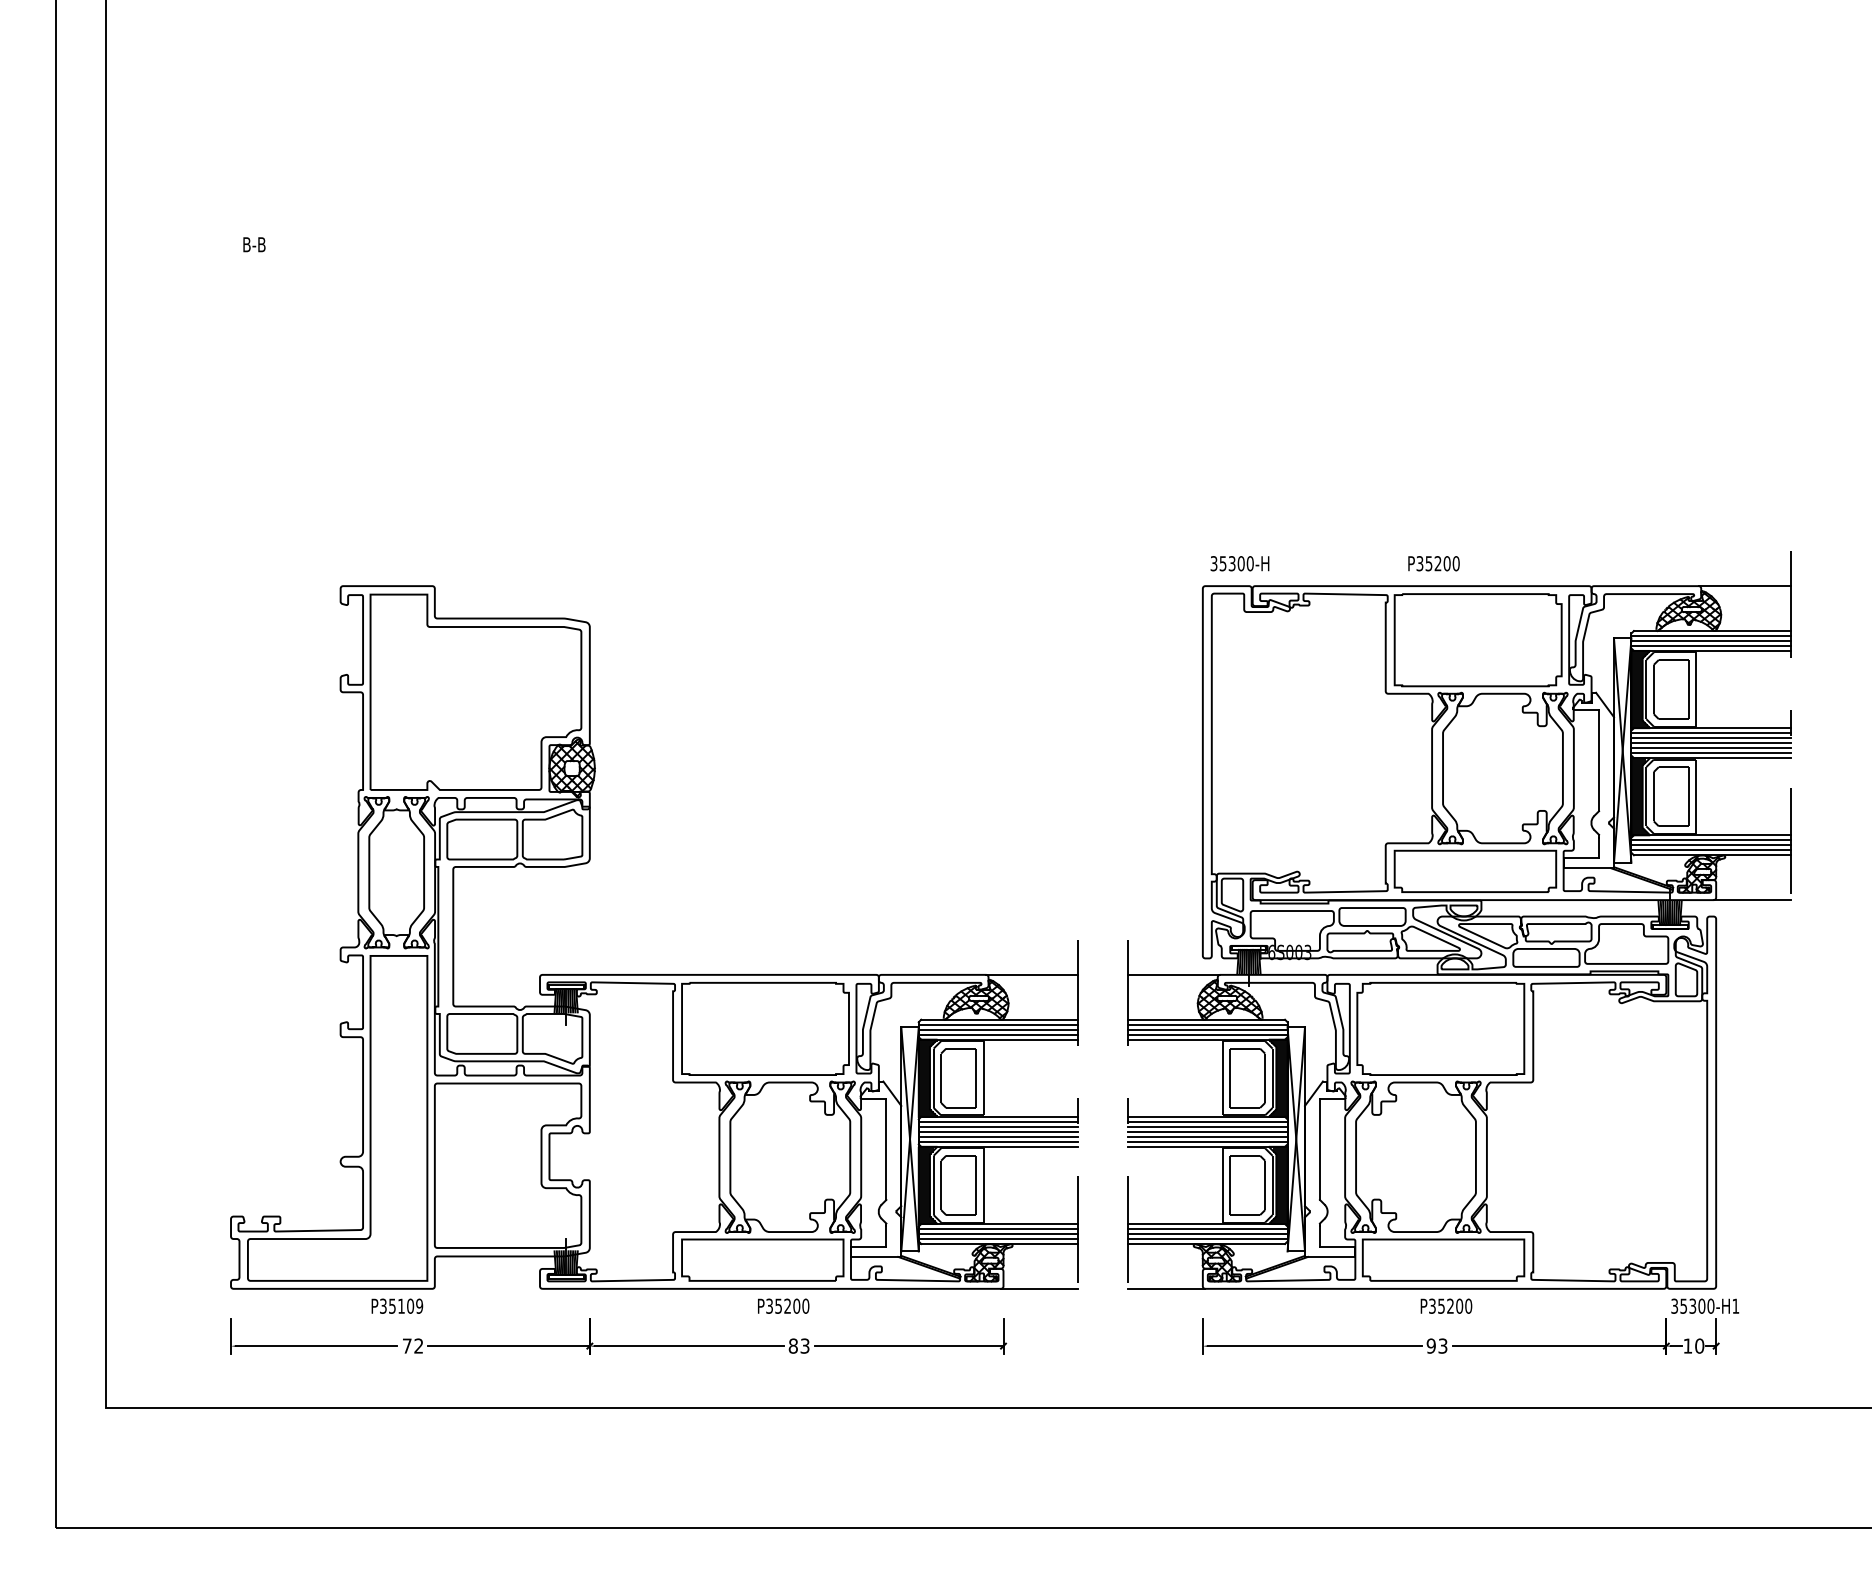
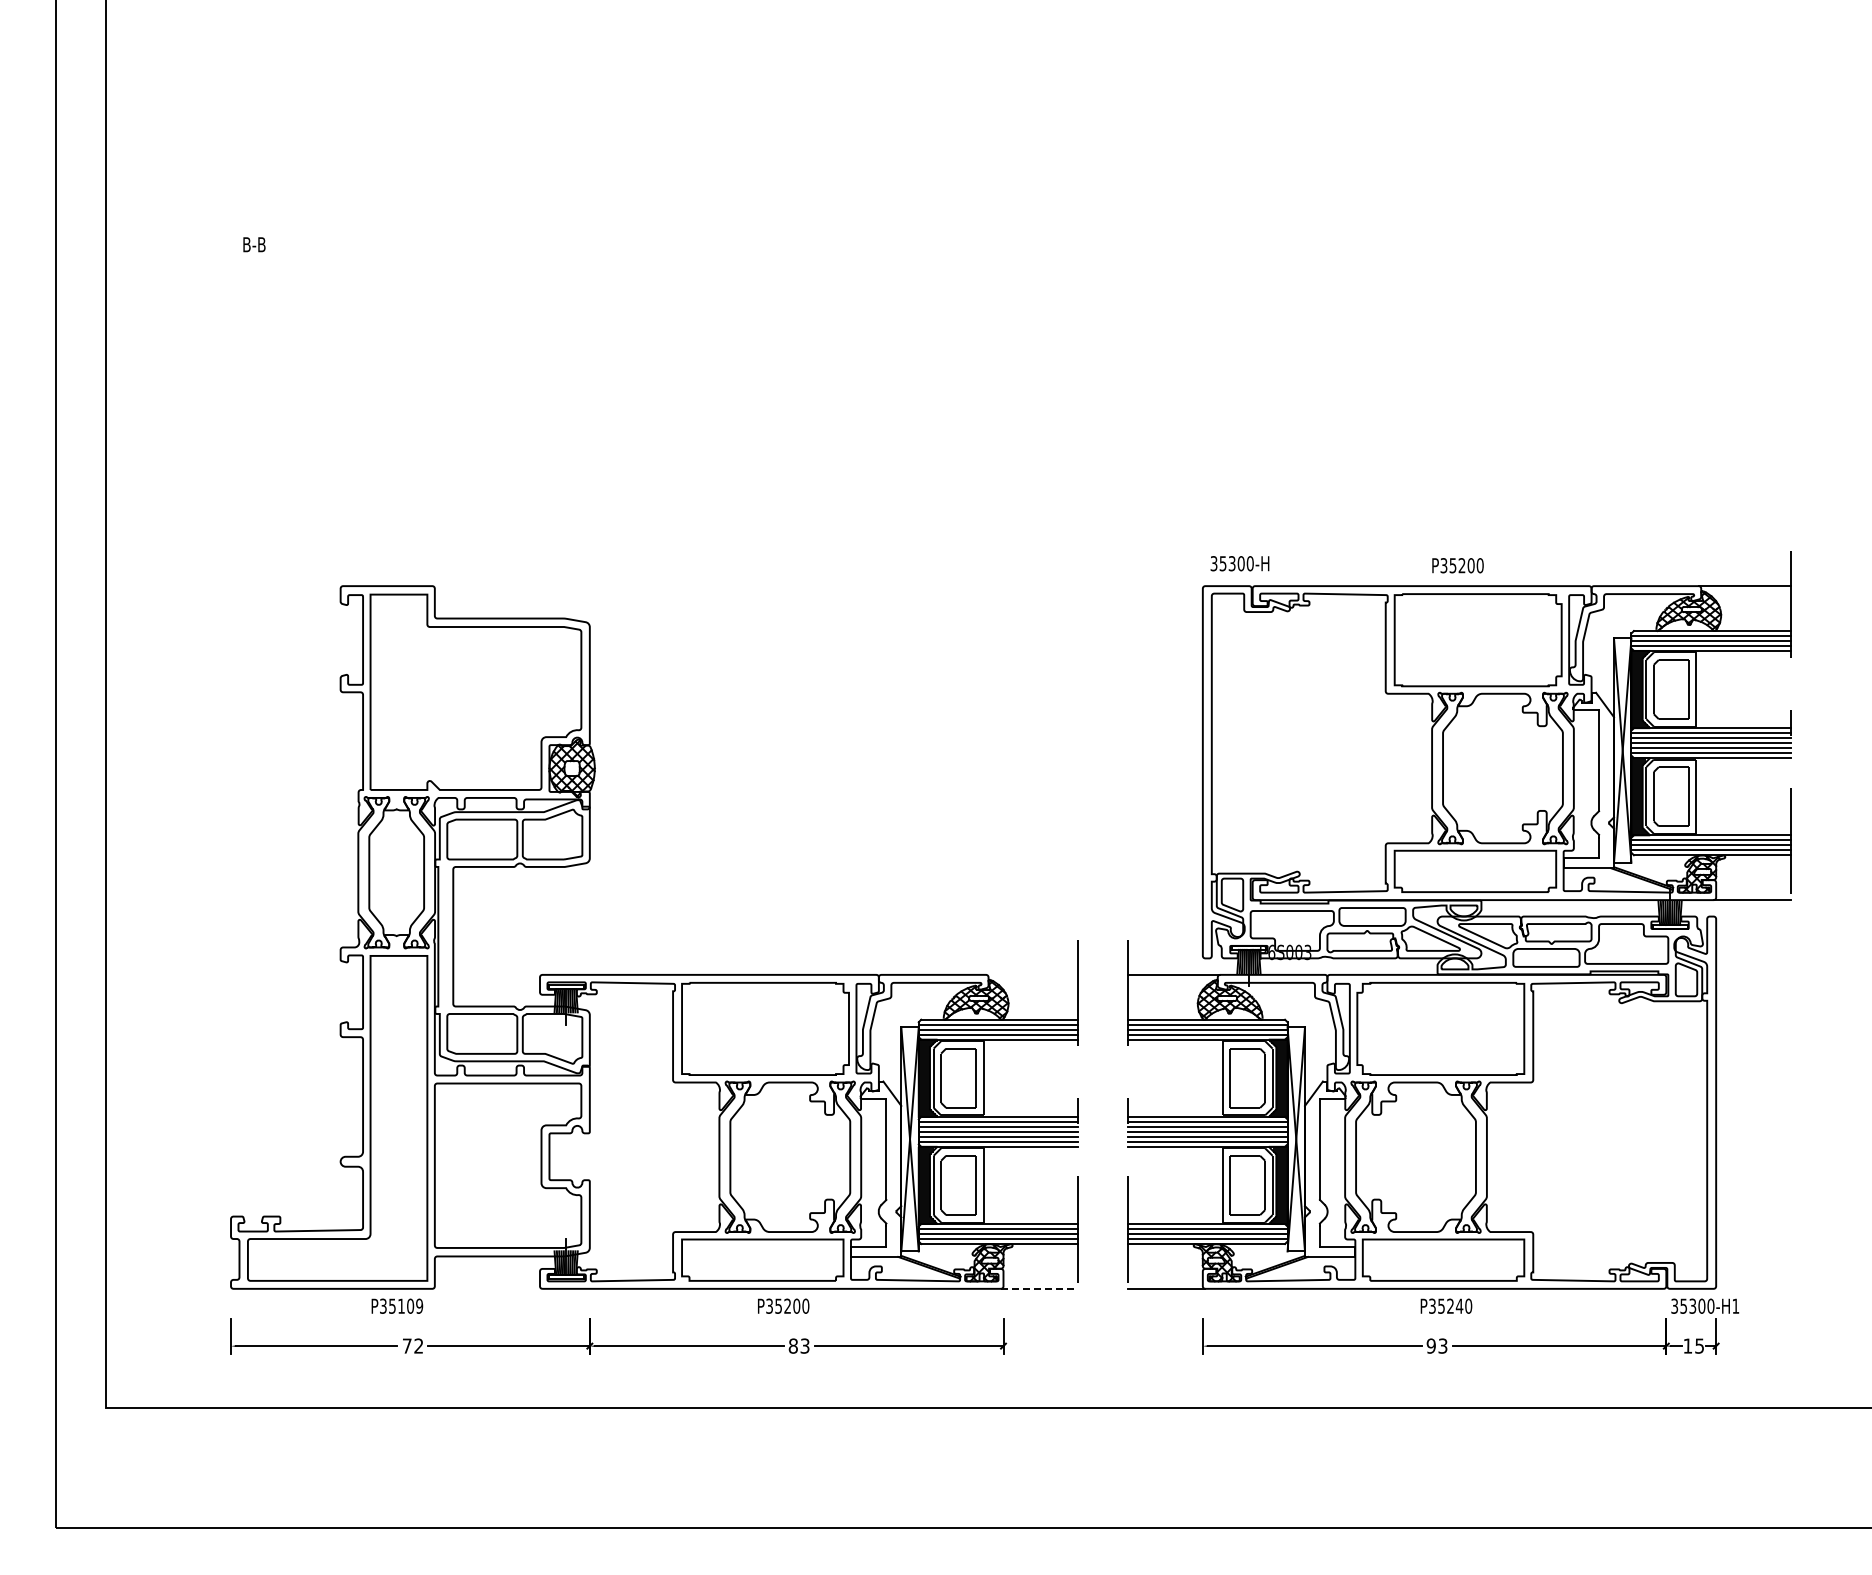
text at (1433, 563) position: (1433, 563) -> (1457, 565)
line at (1032, 974): present -> none
line at (1039, 1288): solid -> dashed
text at (1459, 1305): P35200 -> P35240
text at (1699, 1345): 10 -> 15
